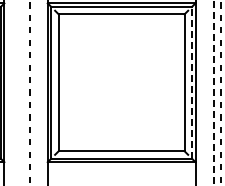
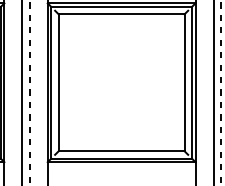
line at (191, 82): dashed -> solid
line at (22, 92): none -> present
line at (213, 92): dashed -> solid
